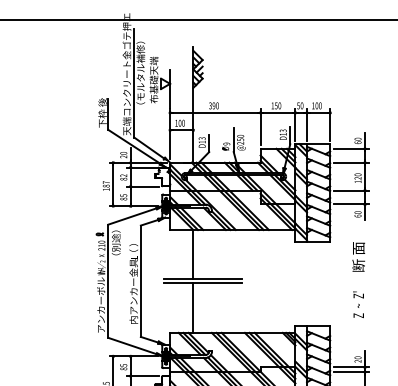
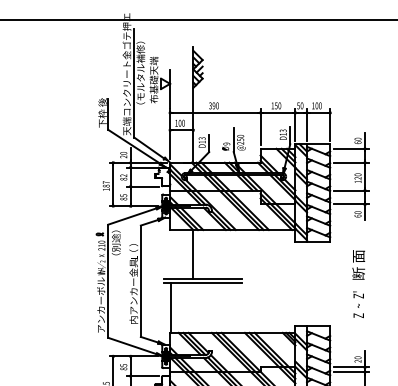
text at (358, 256) position: (358, 256) -> (358, 264)
line at (193, 307) position: (193, 307) -> (171, 307)
